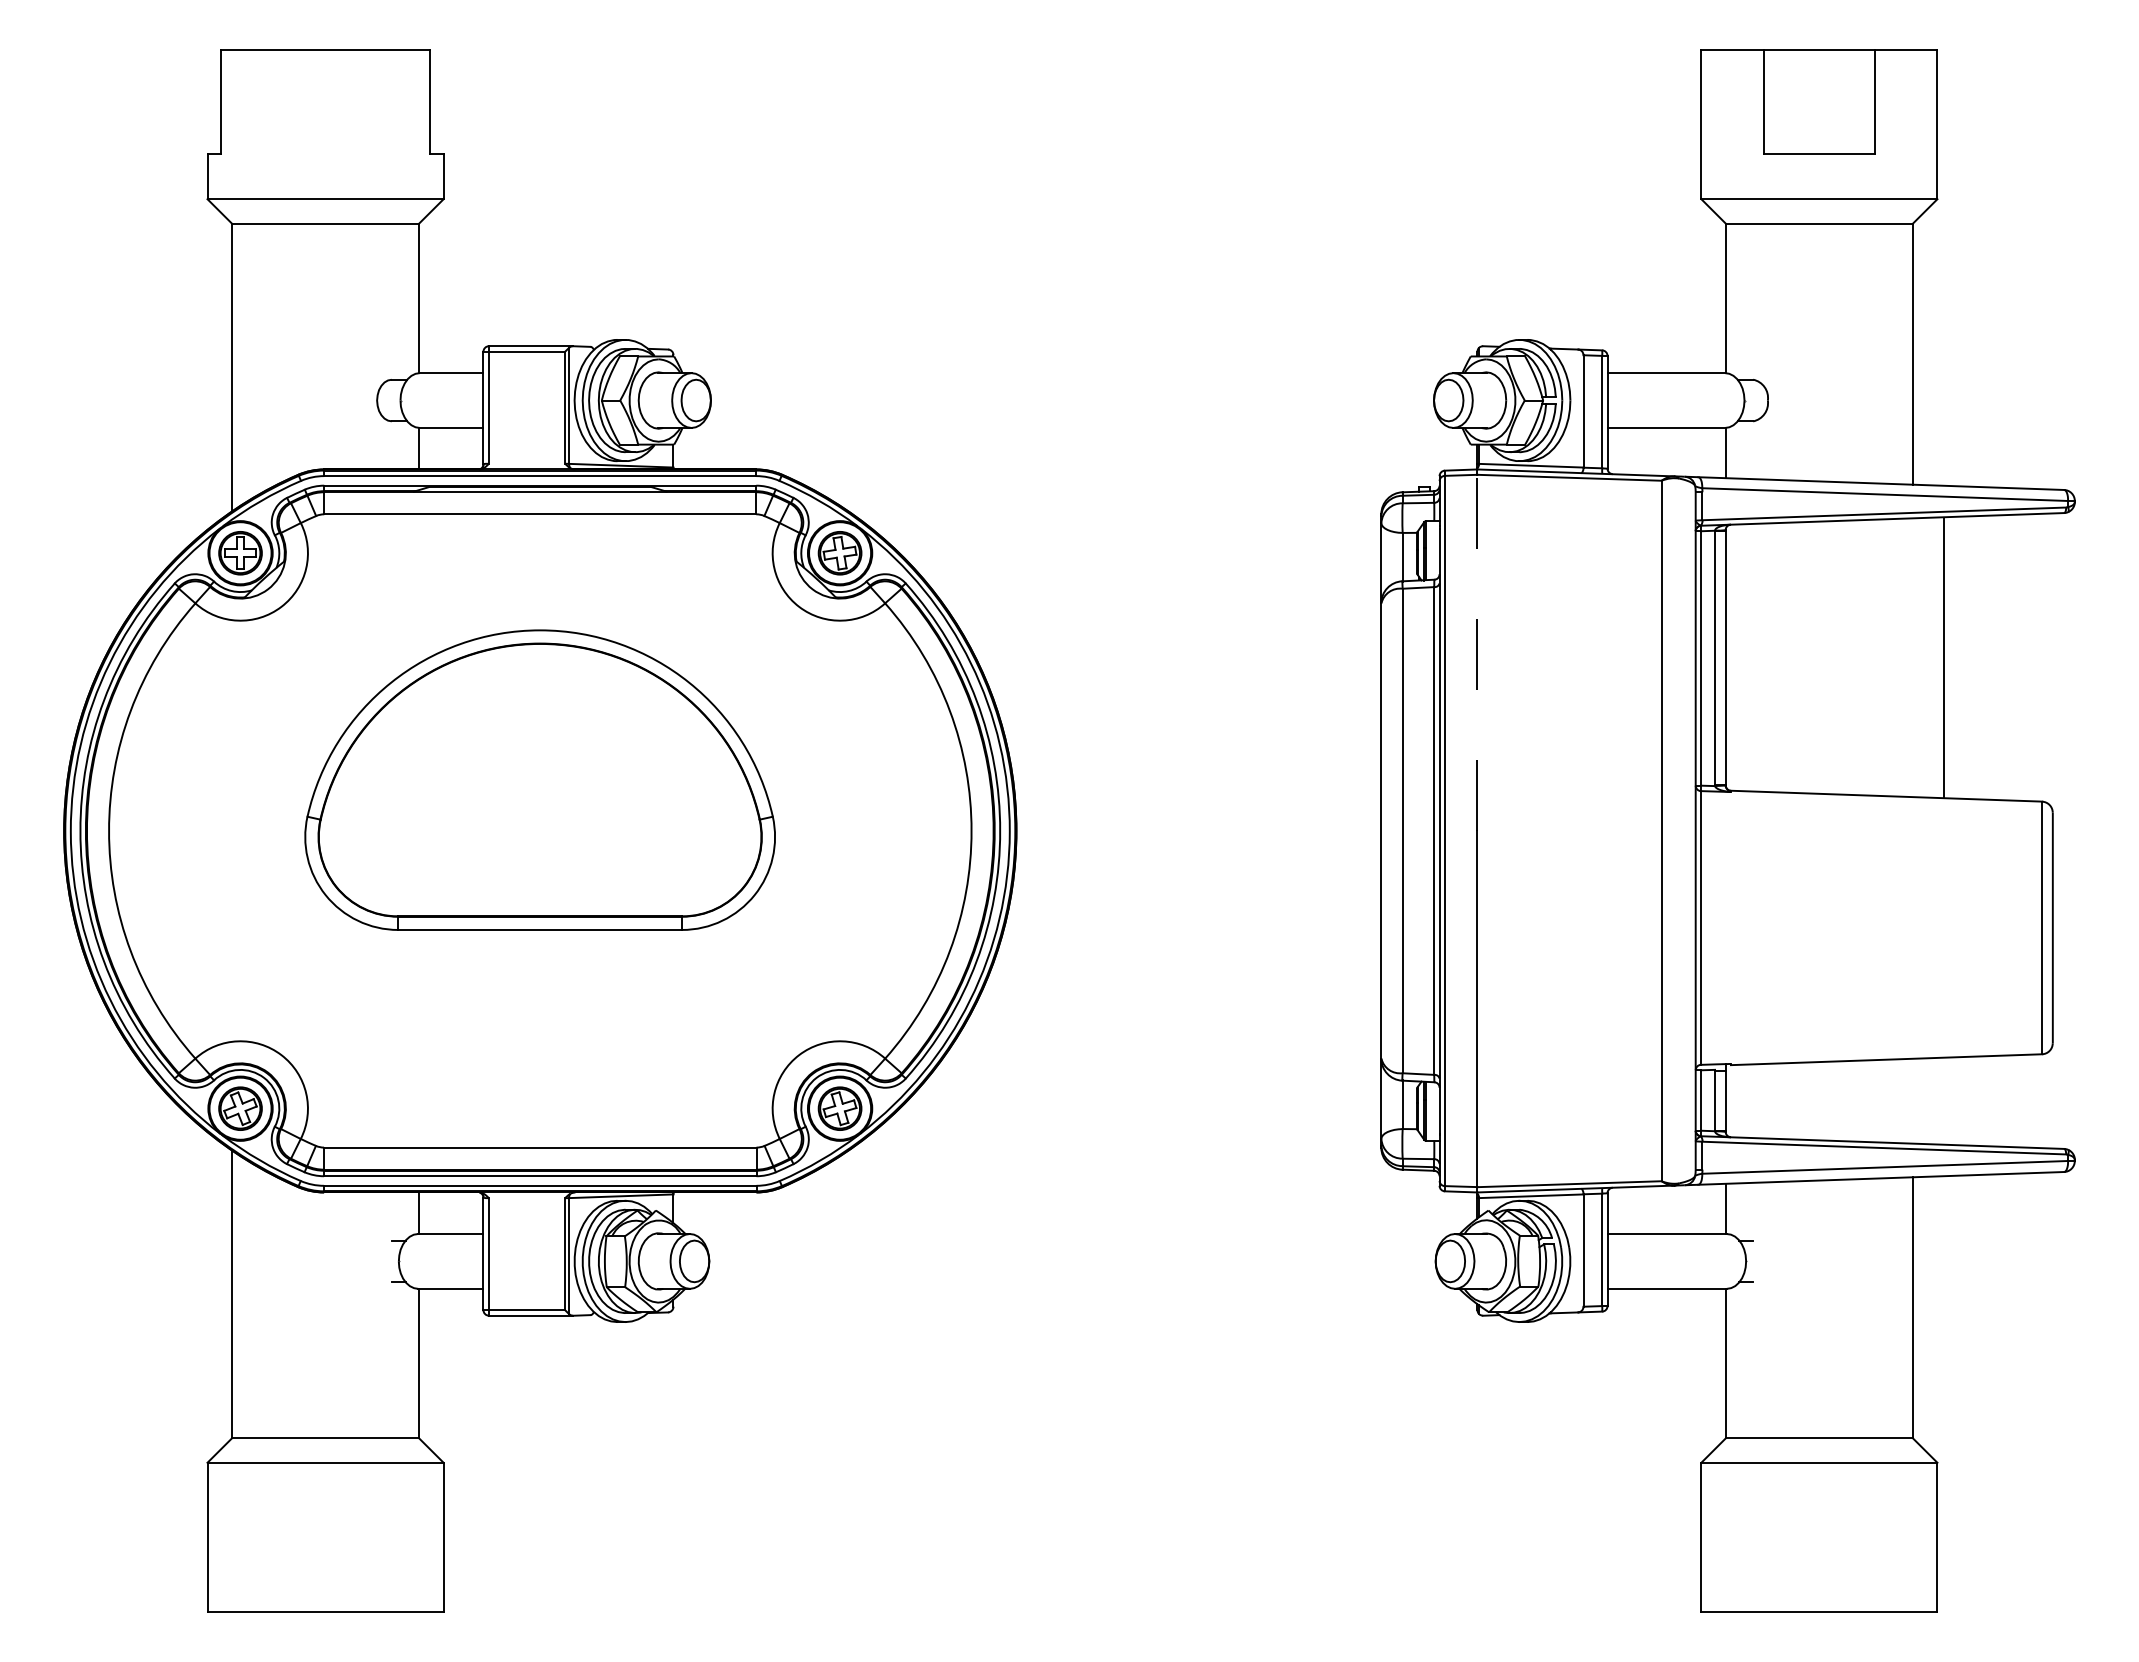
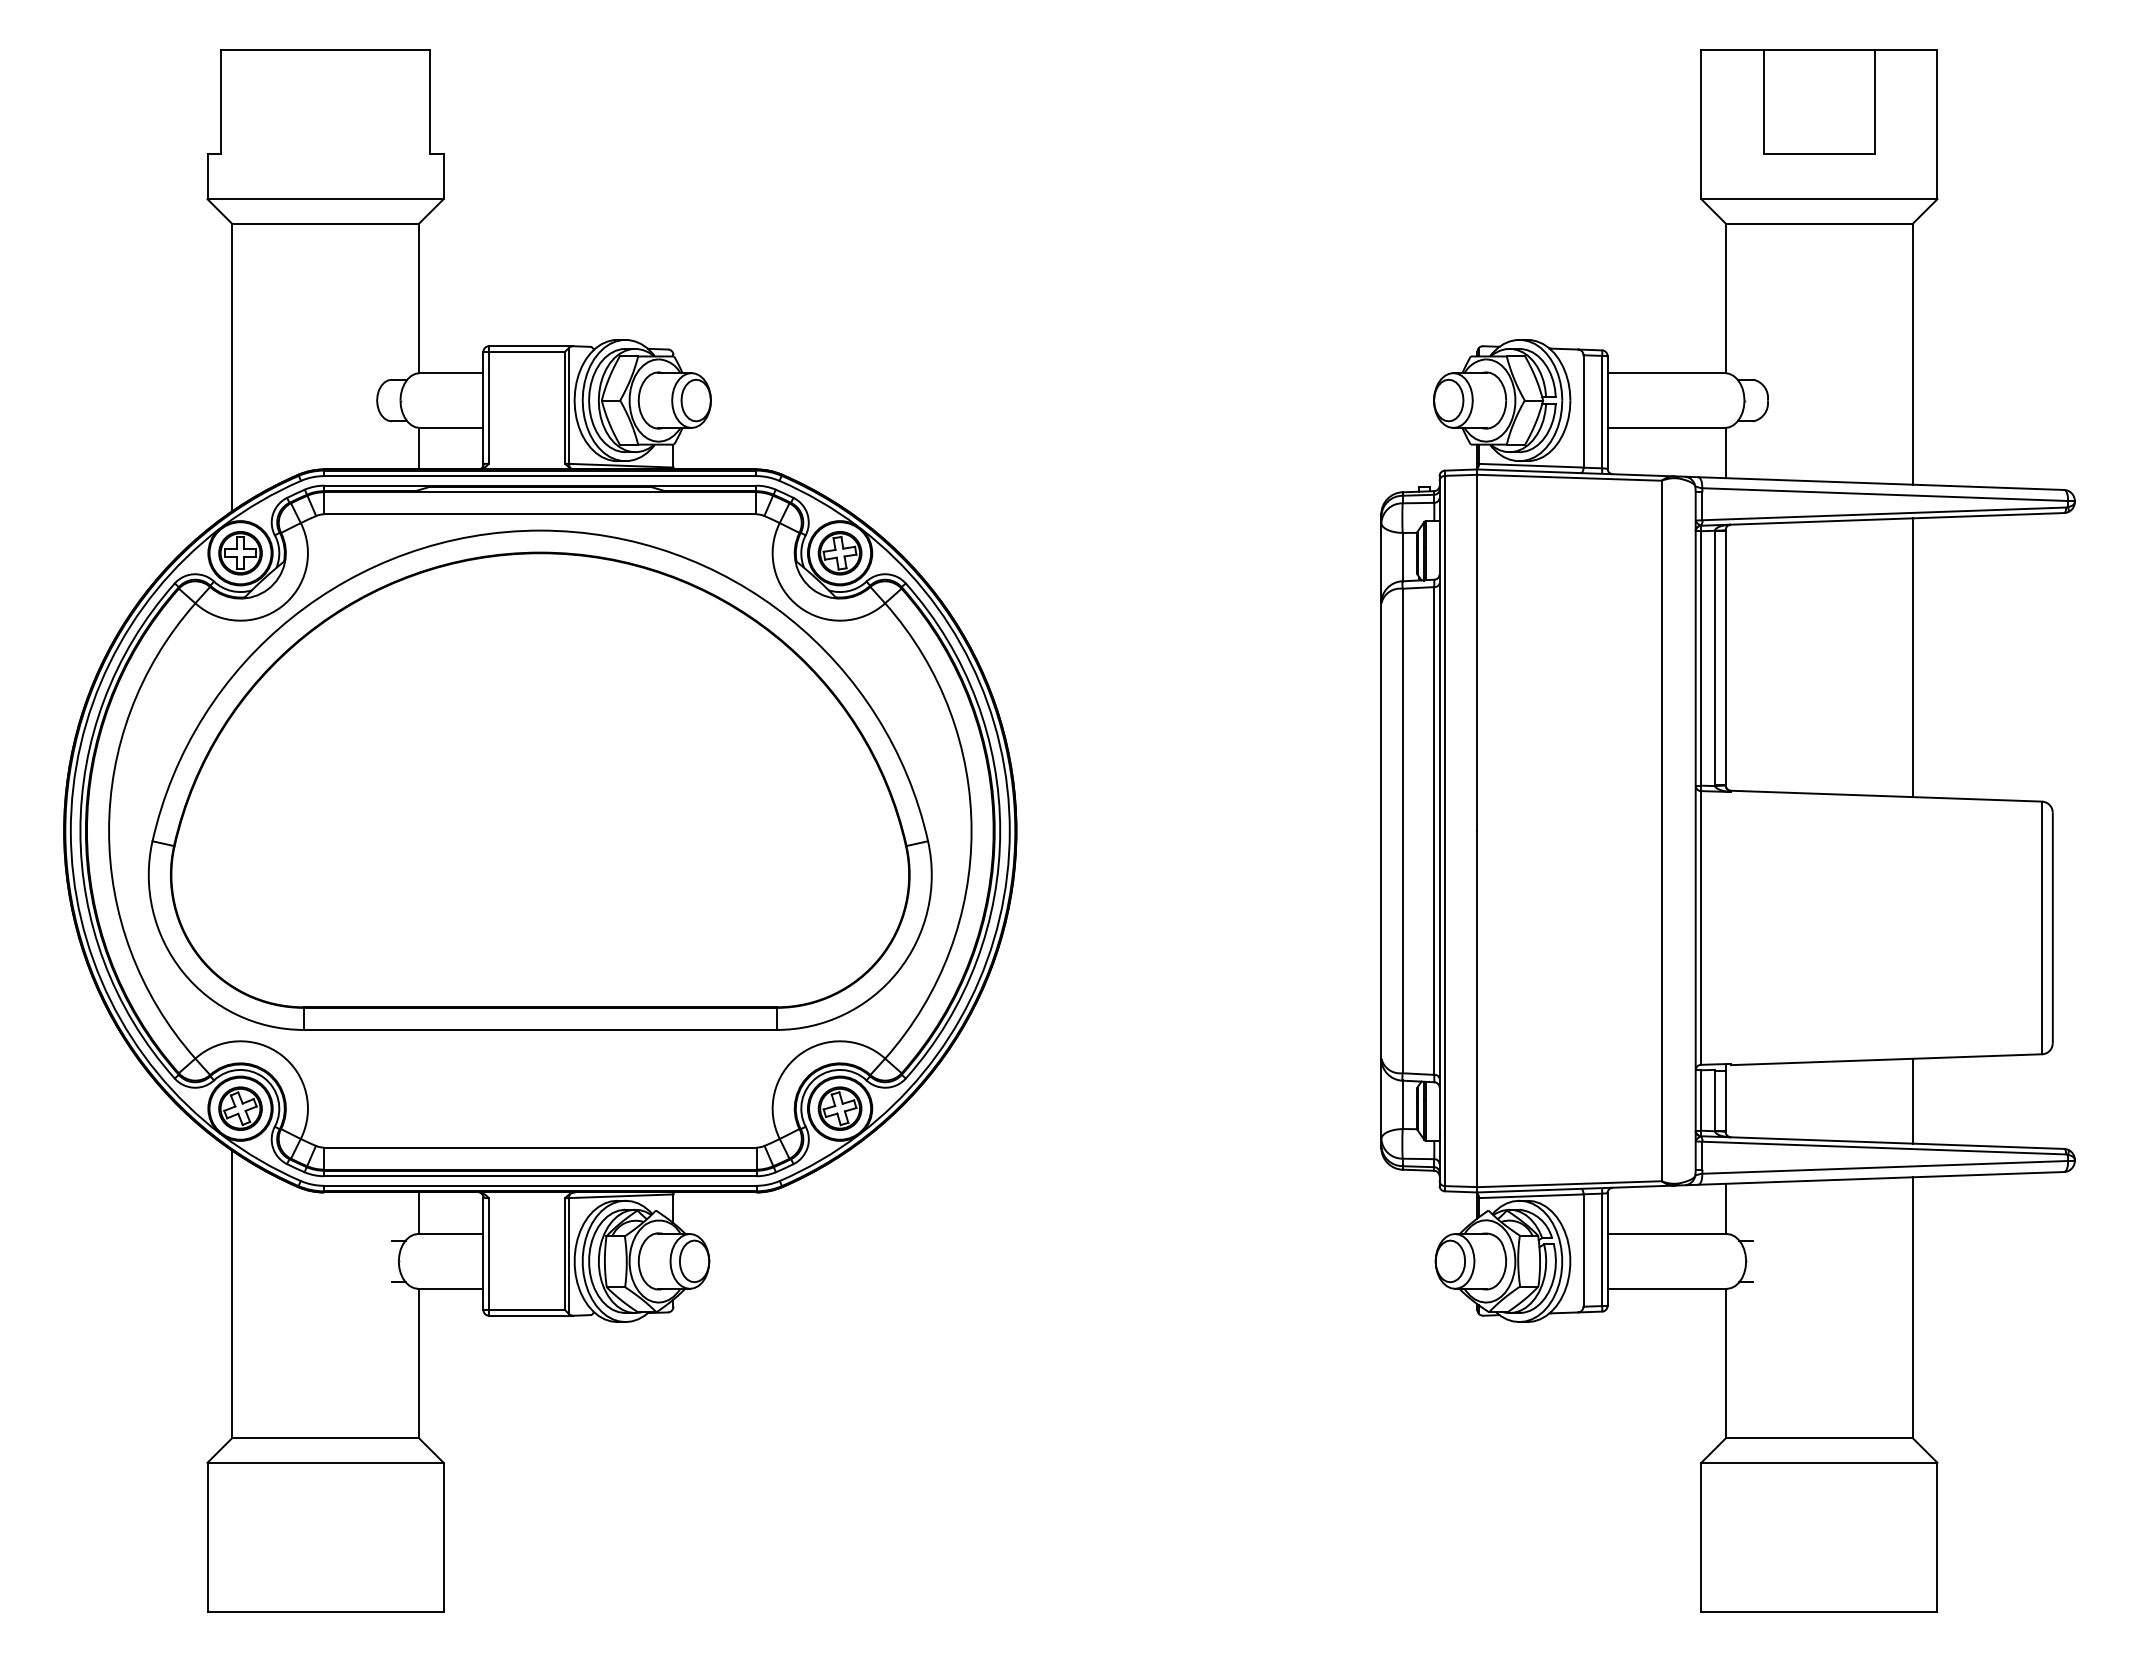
line at (1477, 652): dashed -> solid
line at (1944, 657) position: (1944, 657) -> (1913, 657)
part at (539, 779) size: 472x302 px -> 786x502 px
line at (1913, 1100): none -> present
